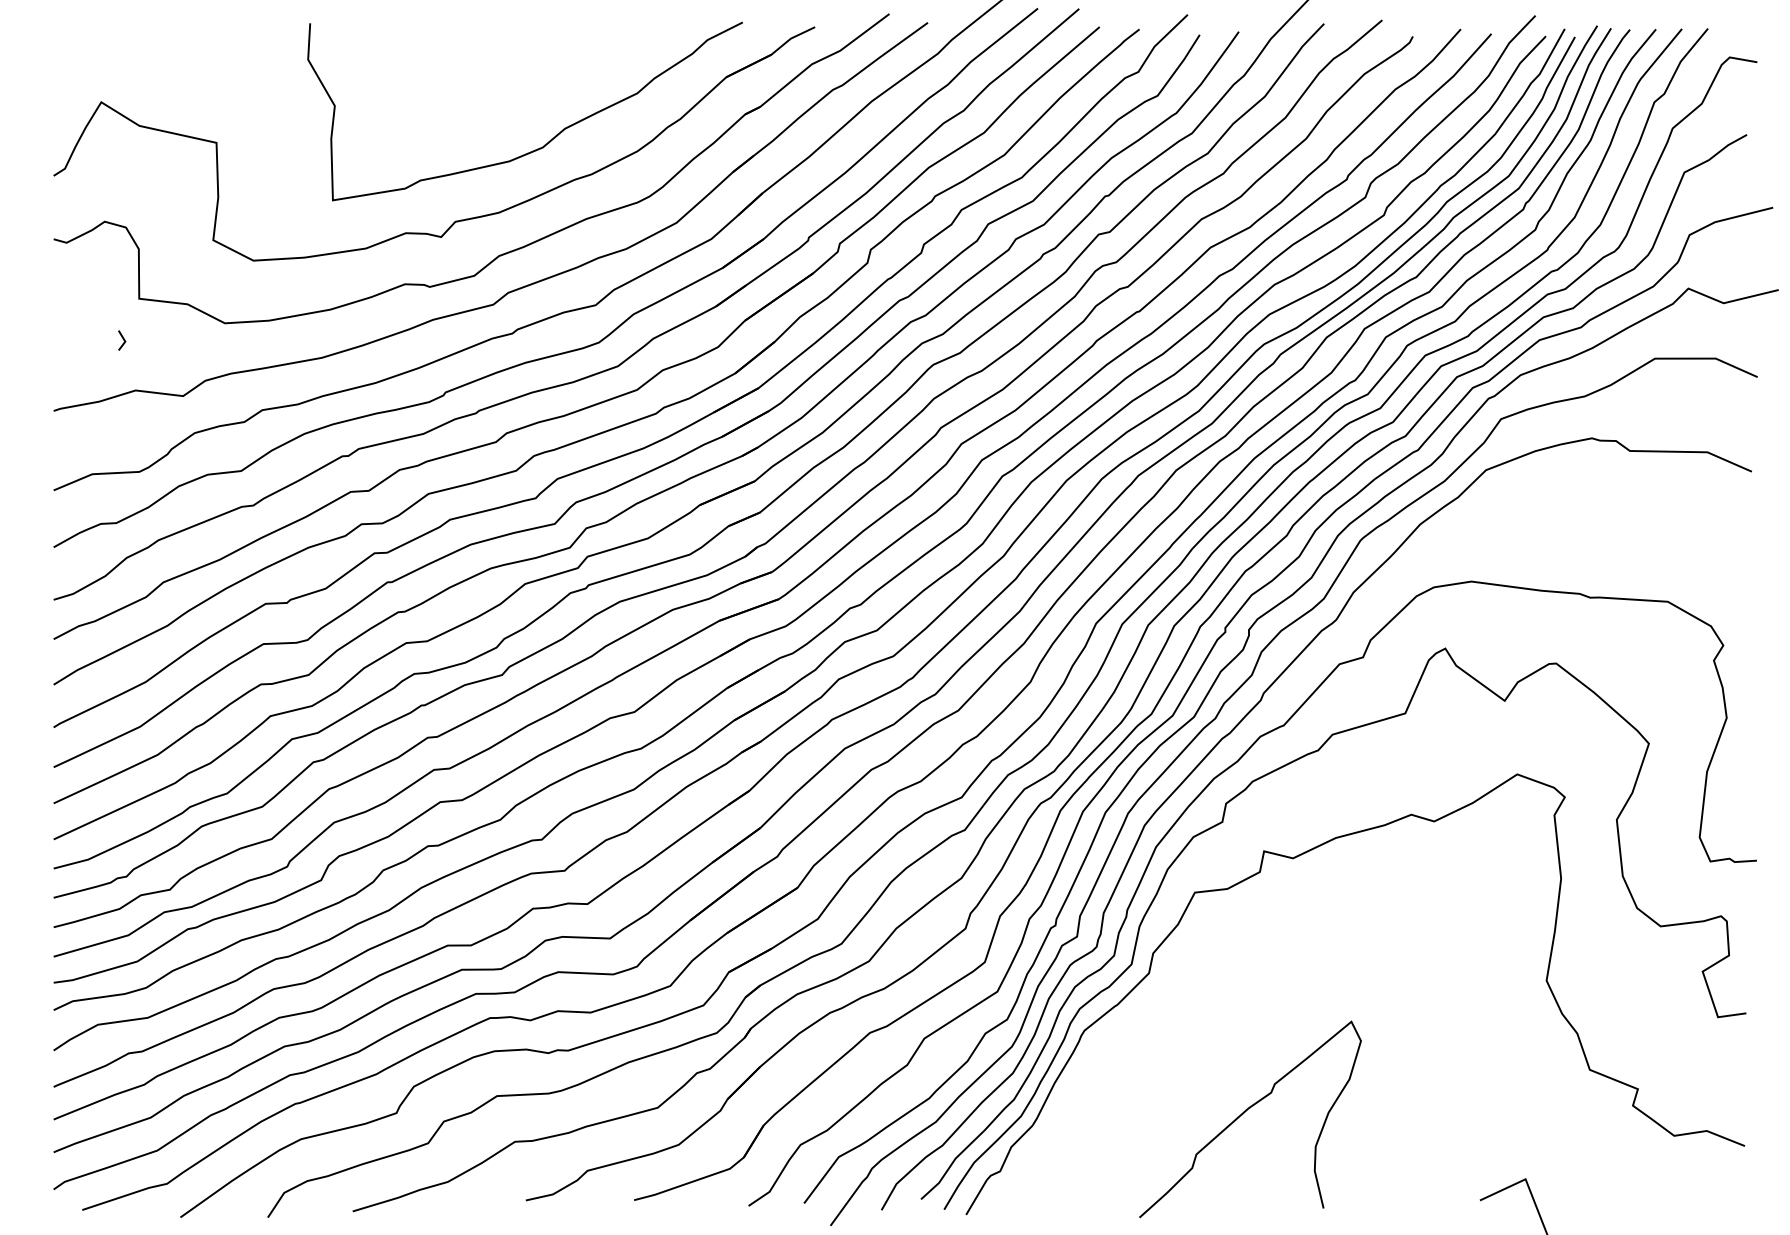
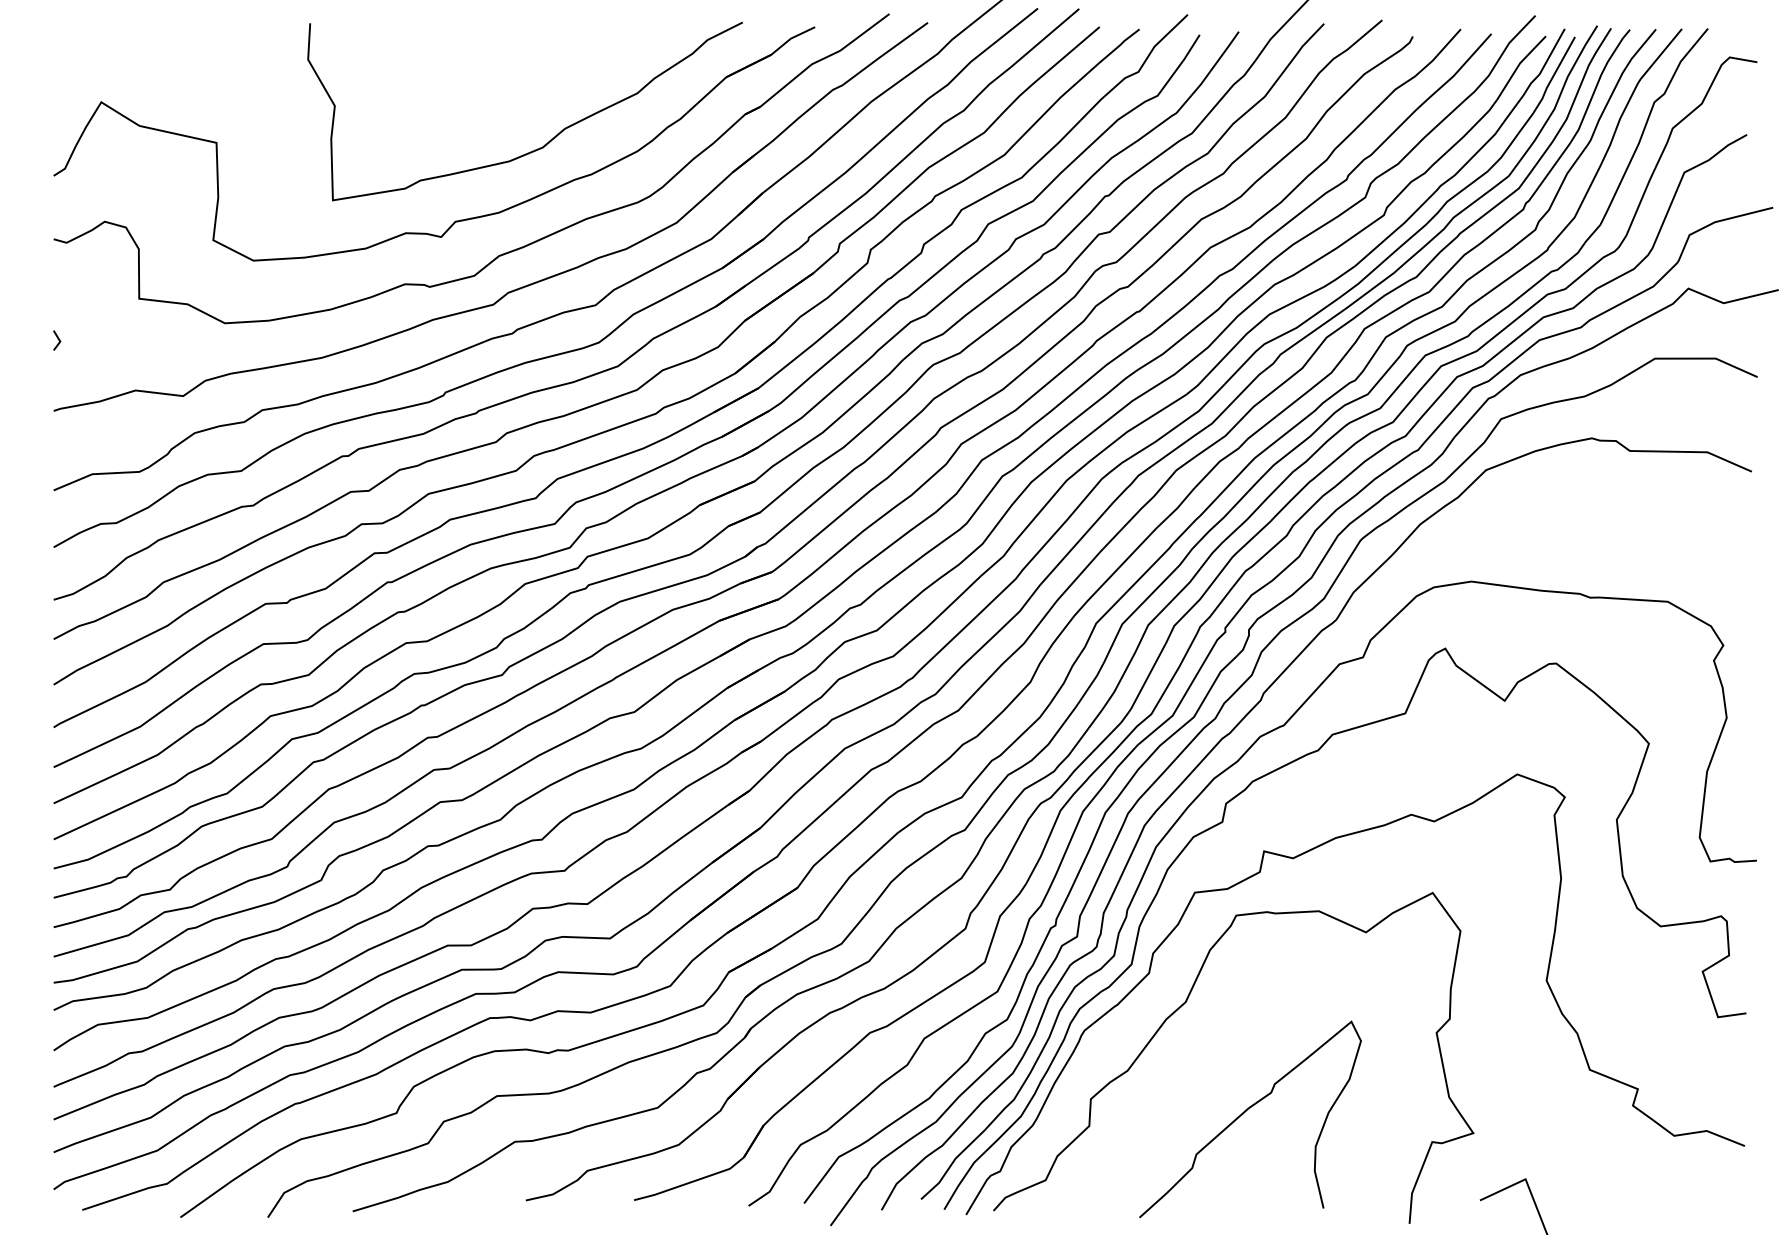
line at (122, 339) position: (122, 339) -> (57, 339)
curve at (1182, 1006): none -> present
